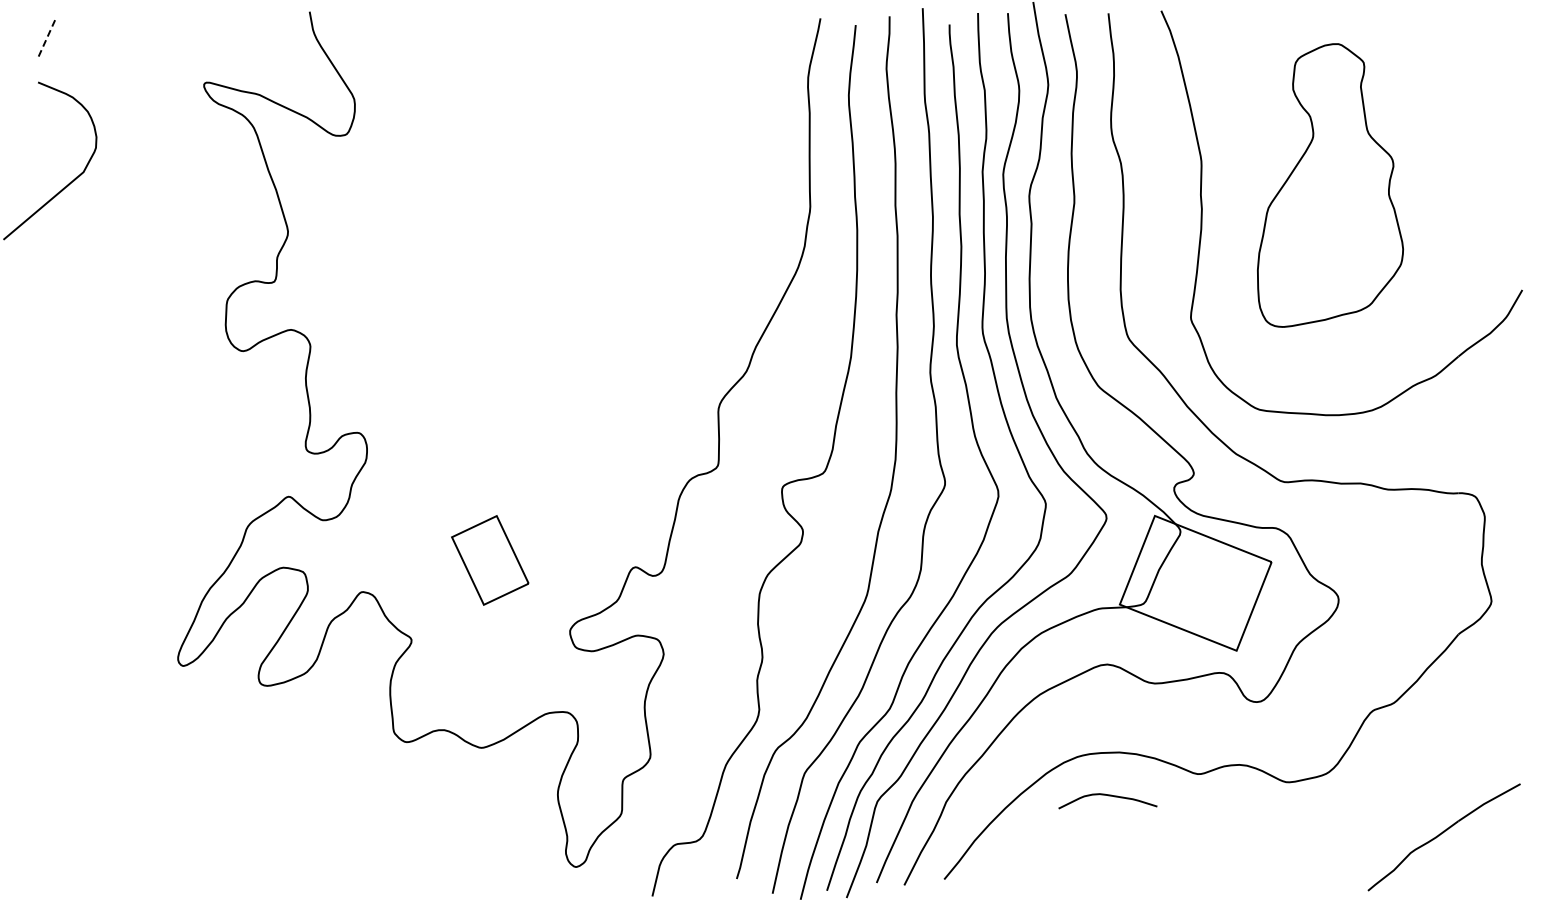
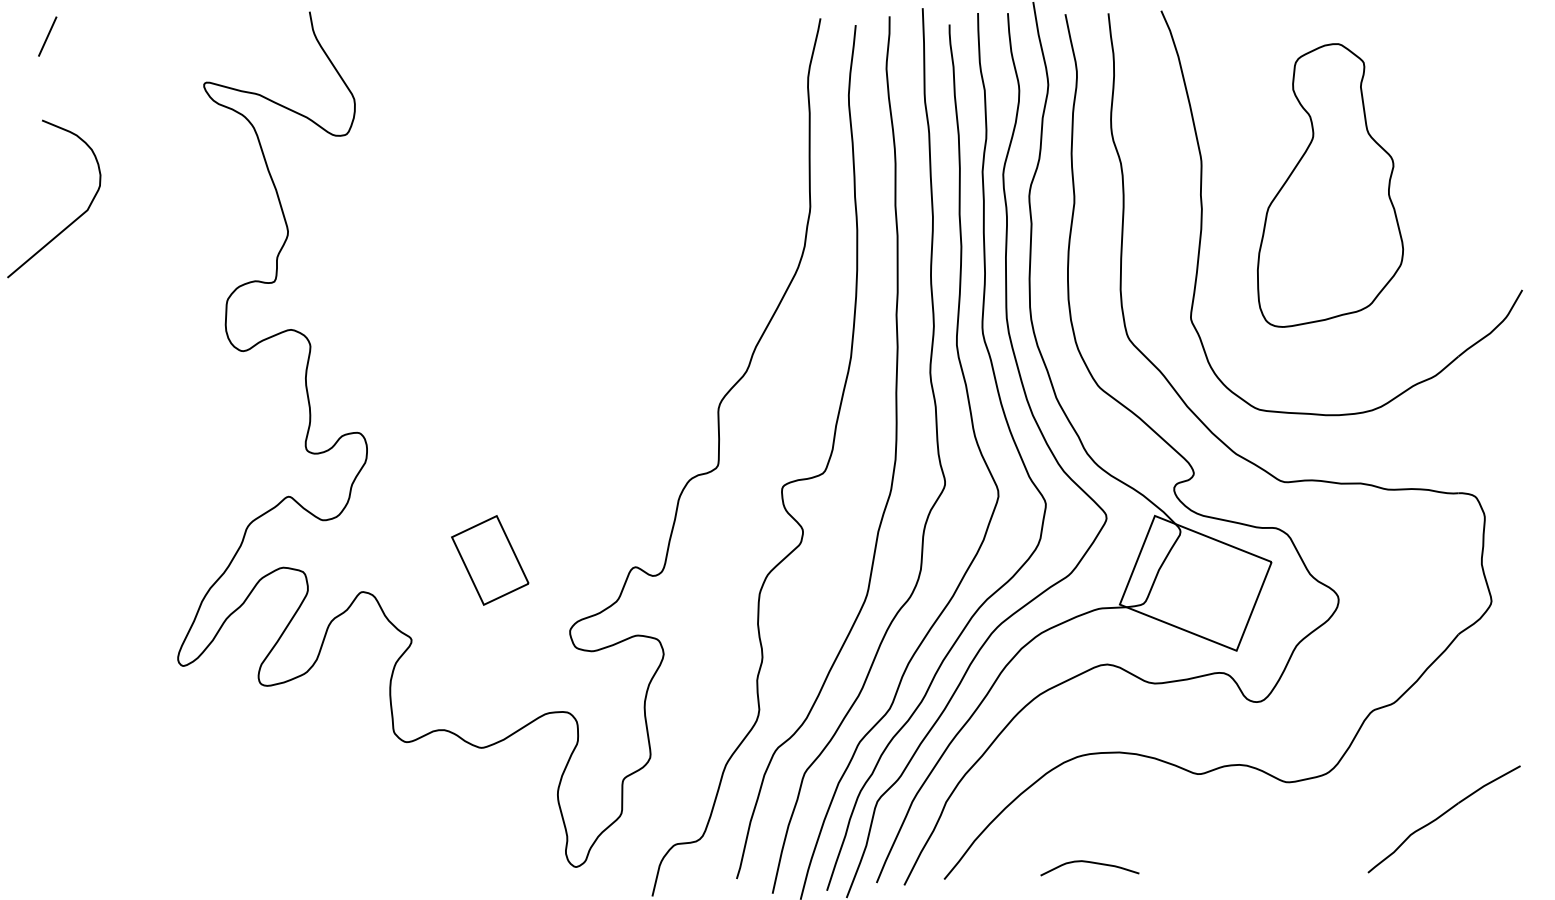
line at (47, 36): dashed -> solid
curve at (69, 182) position: (69, 182) -> (73, 220)
curve at (1108, 796) position: (1108, 796) -> (1090, 863)
part at (1443, 837) position: (1443, 837) -> (1443, 819)
